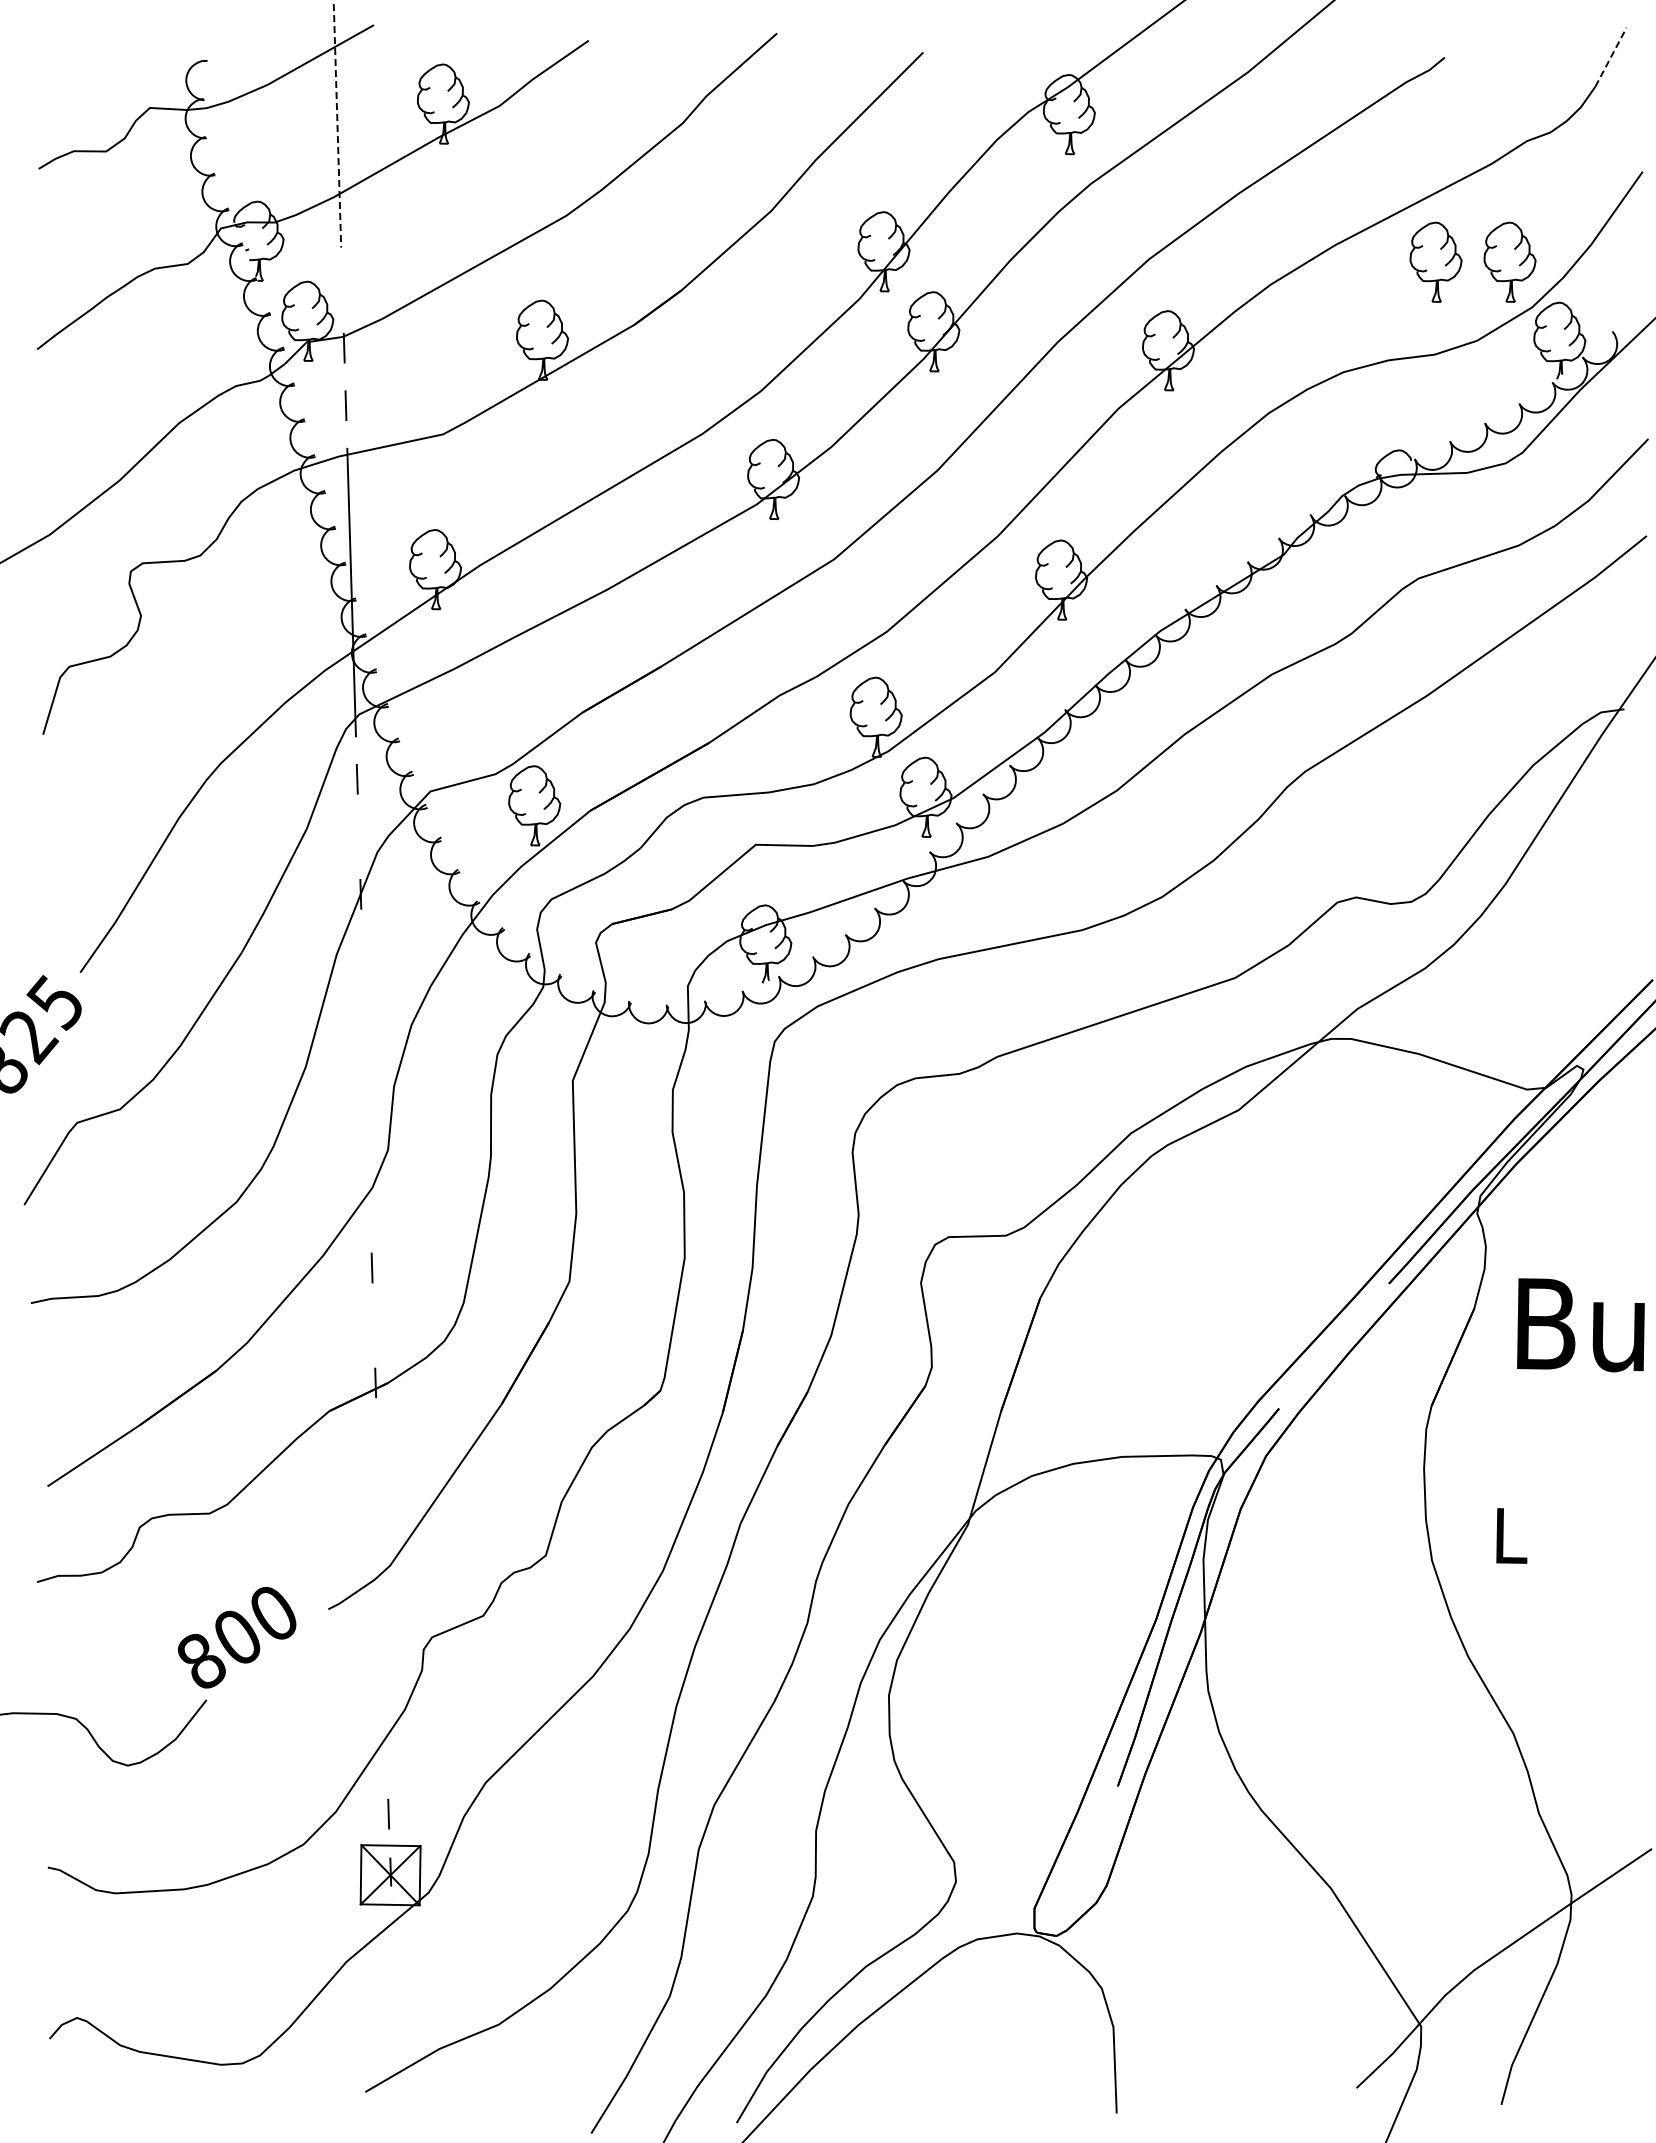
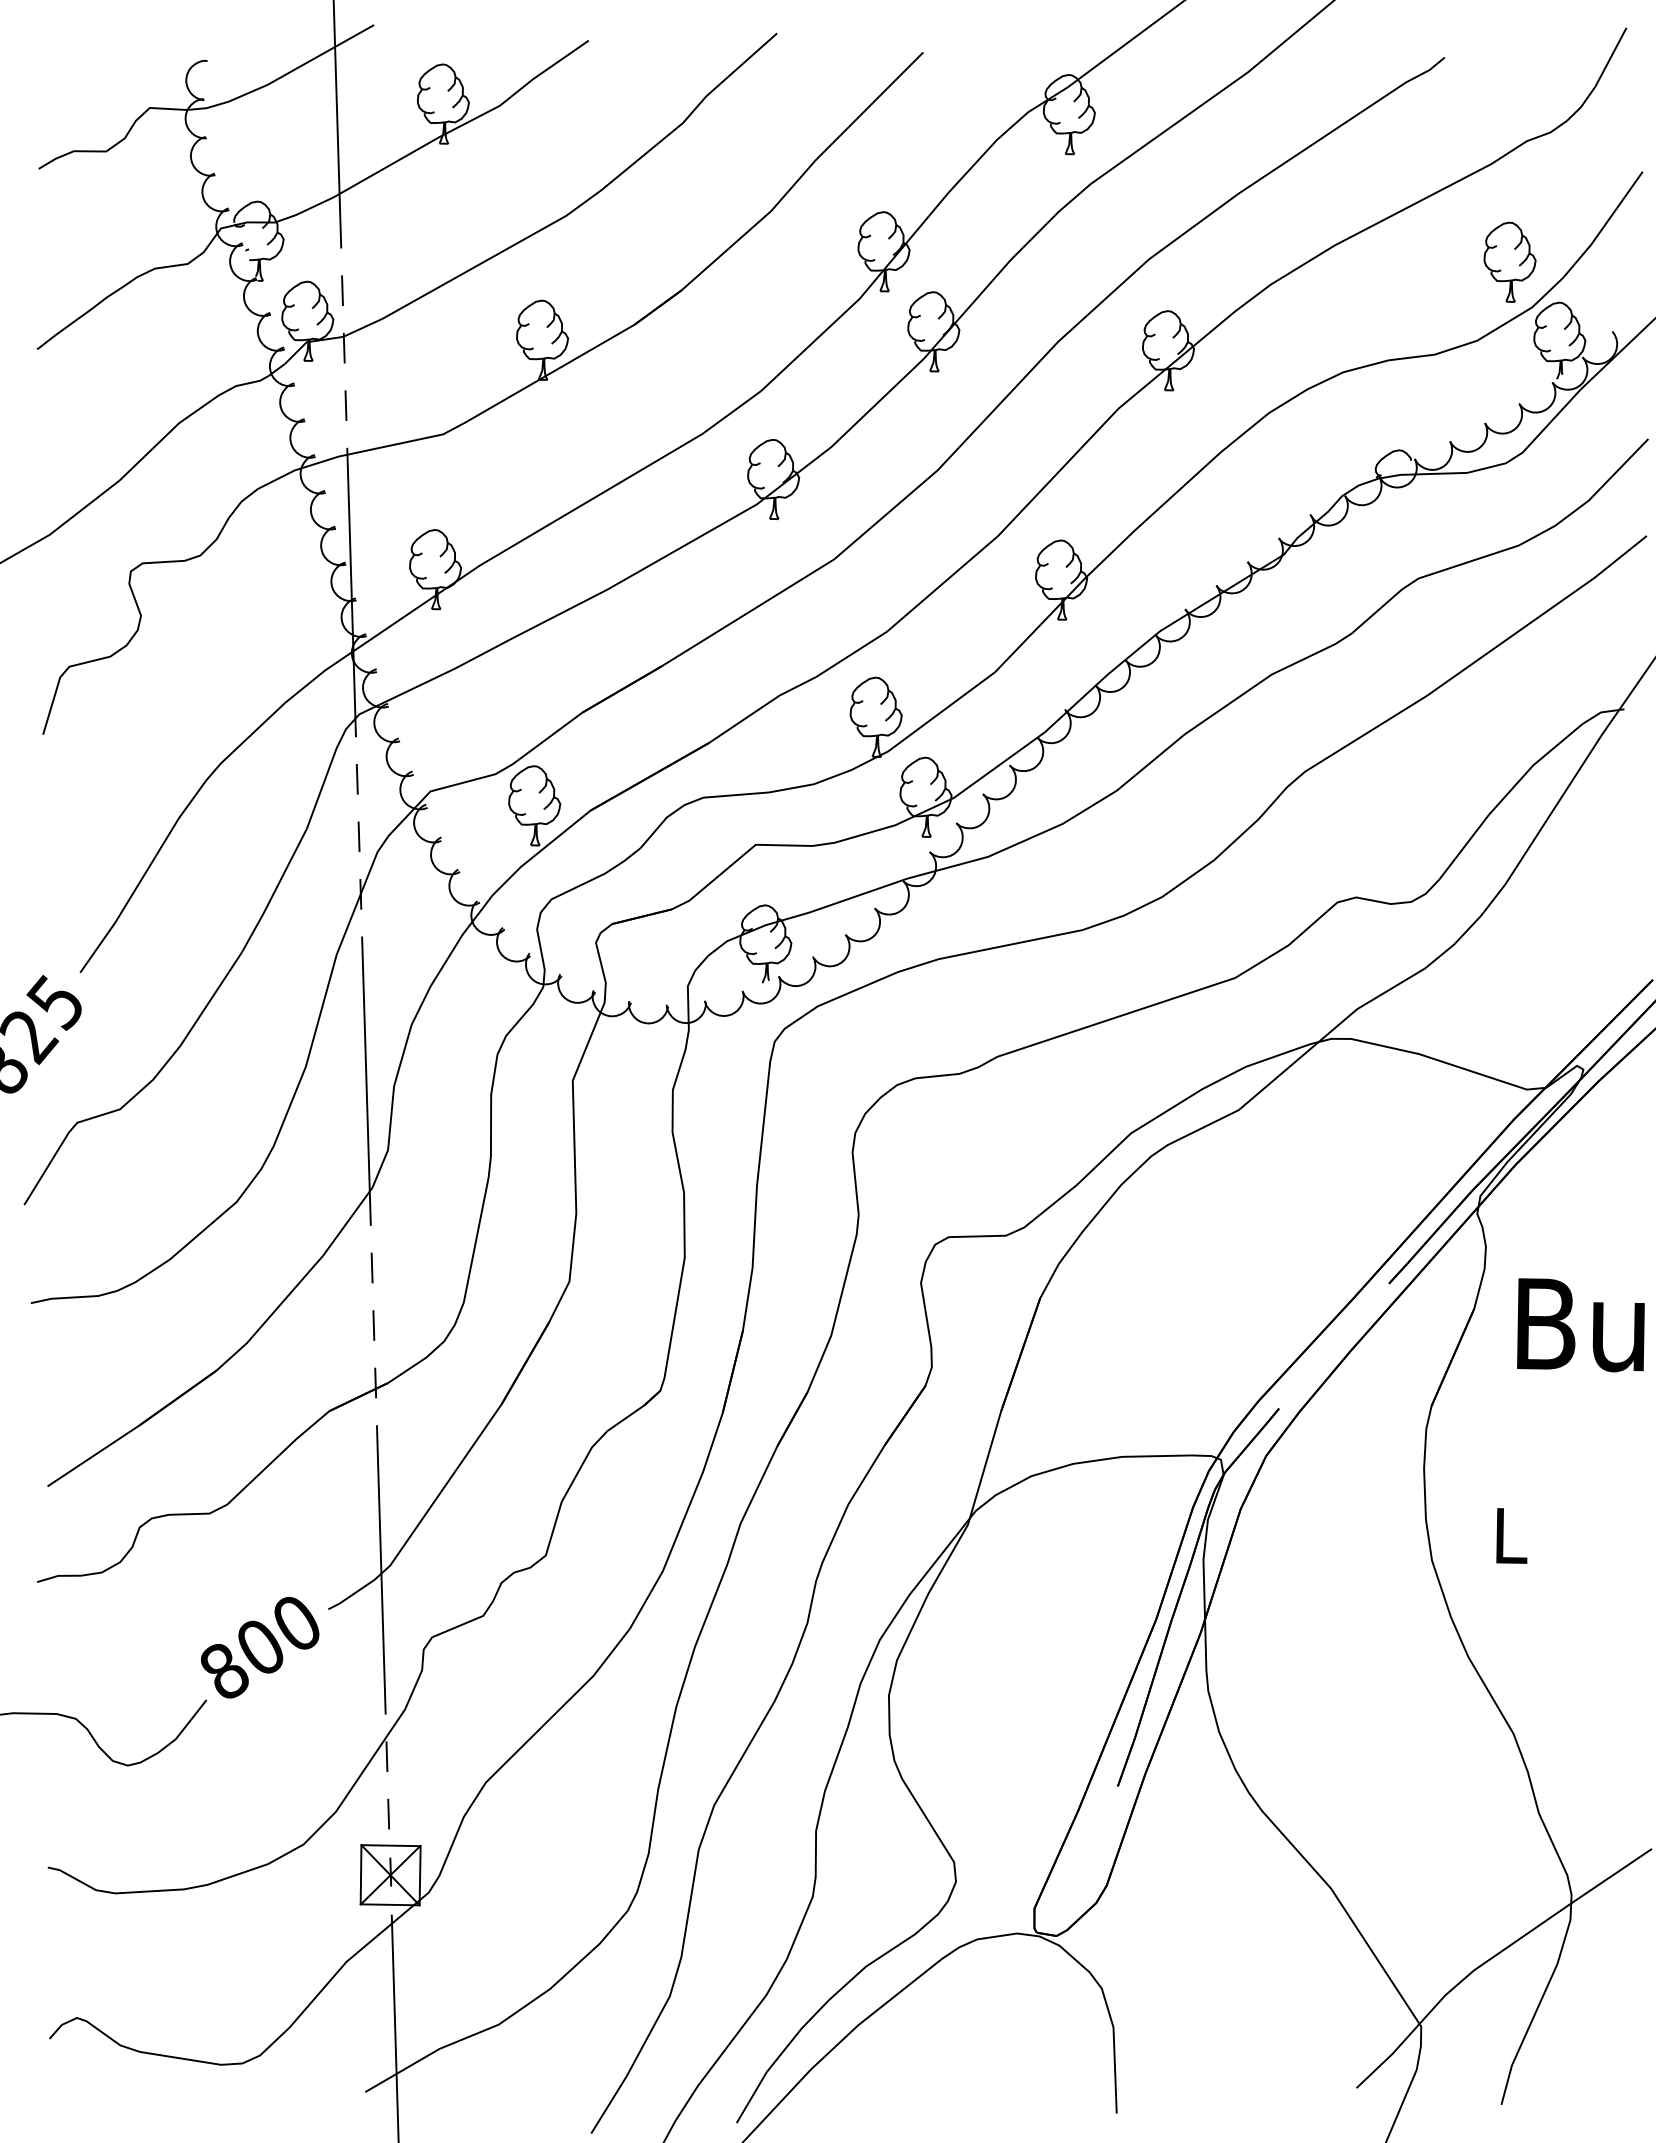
line at (1611, 56): dashed -> solid
line at (337, 123): dashed -> solid
part at (1435, 261): present -> none
line at (342, 290): none -> present
line at (358, 836): none -> present
line at (366, 1080): none -> present
line at (373, 1325): none -> present
line at (380, 1569): none -> present
text at (237, 1637) position: (237, 1637) -> (260, 1647)
line at (386, 1756): none -> present
line at (394, 2027): none -> present
